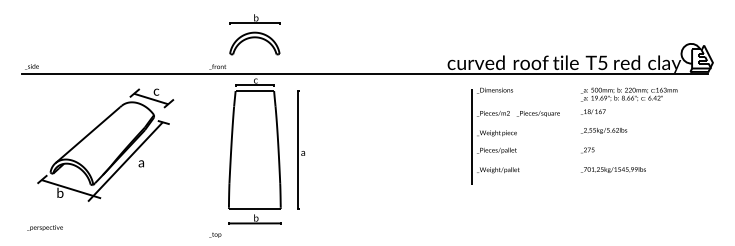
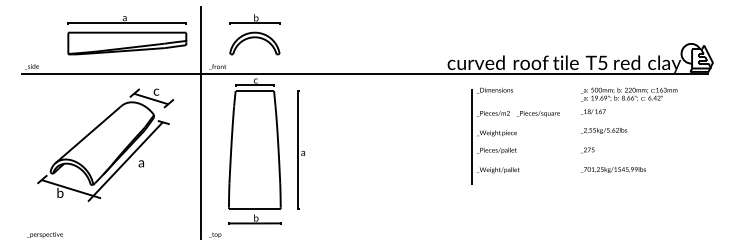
part at (127, 35): none -> present
line at (201, 122): none -> present
text at (44, 227) position: (44, 227) -> (44, 234)
